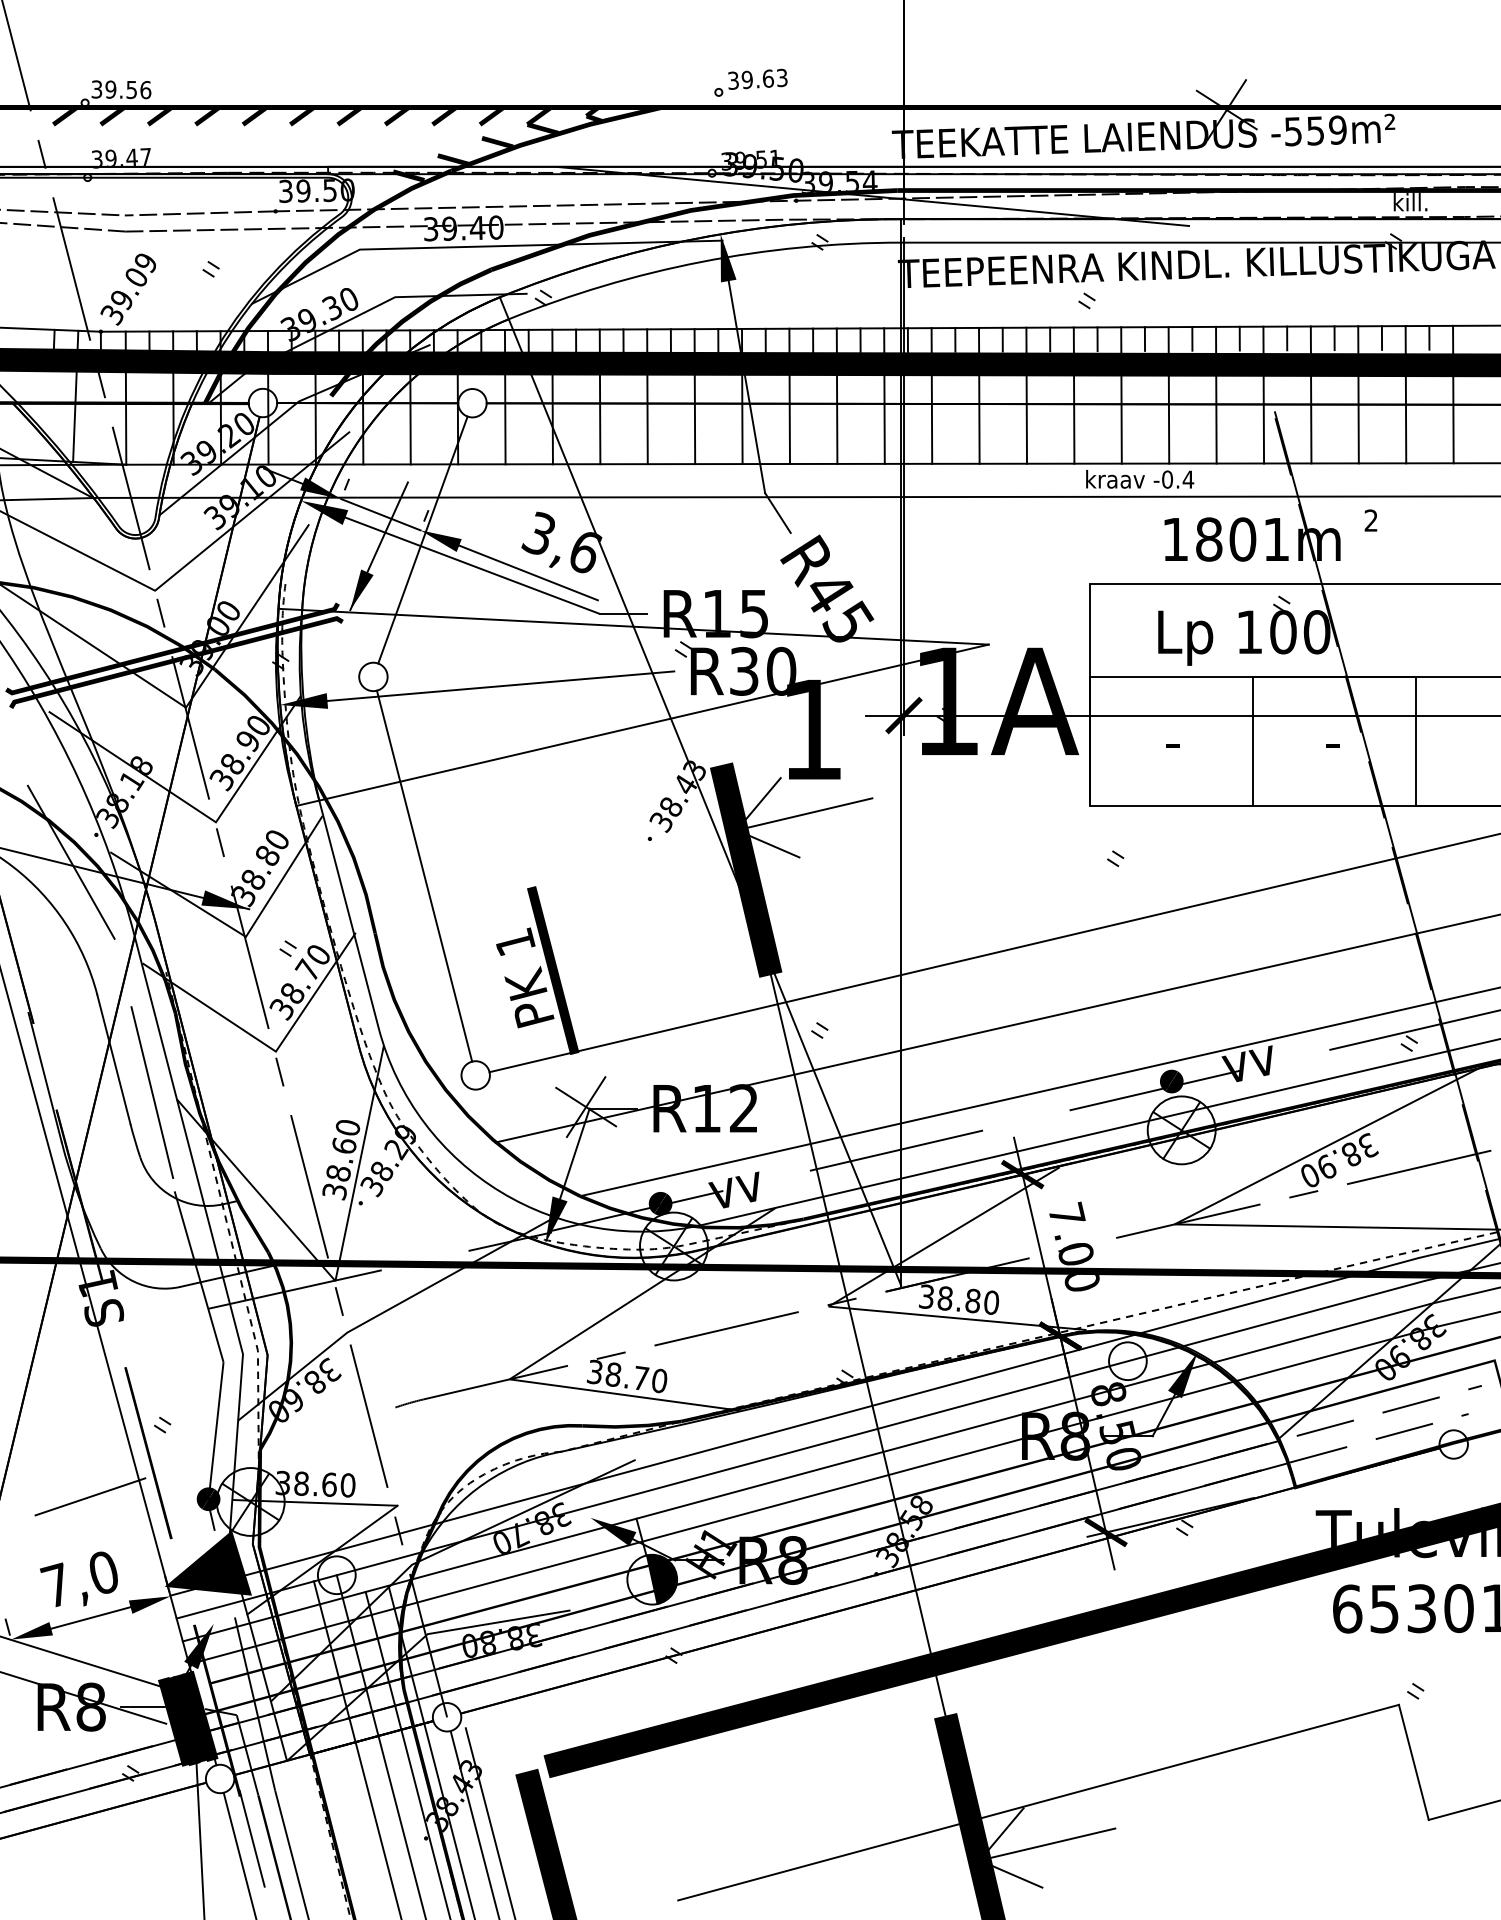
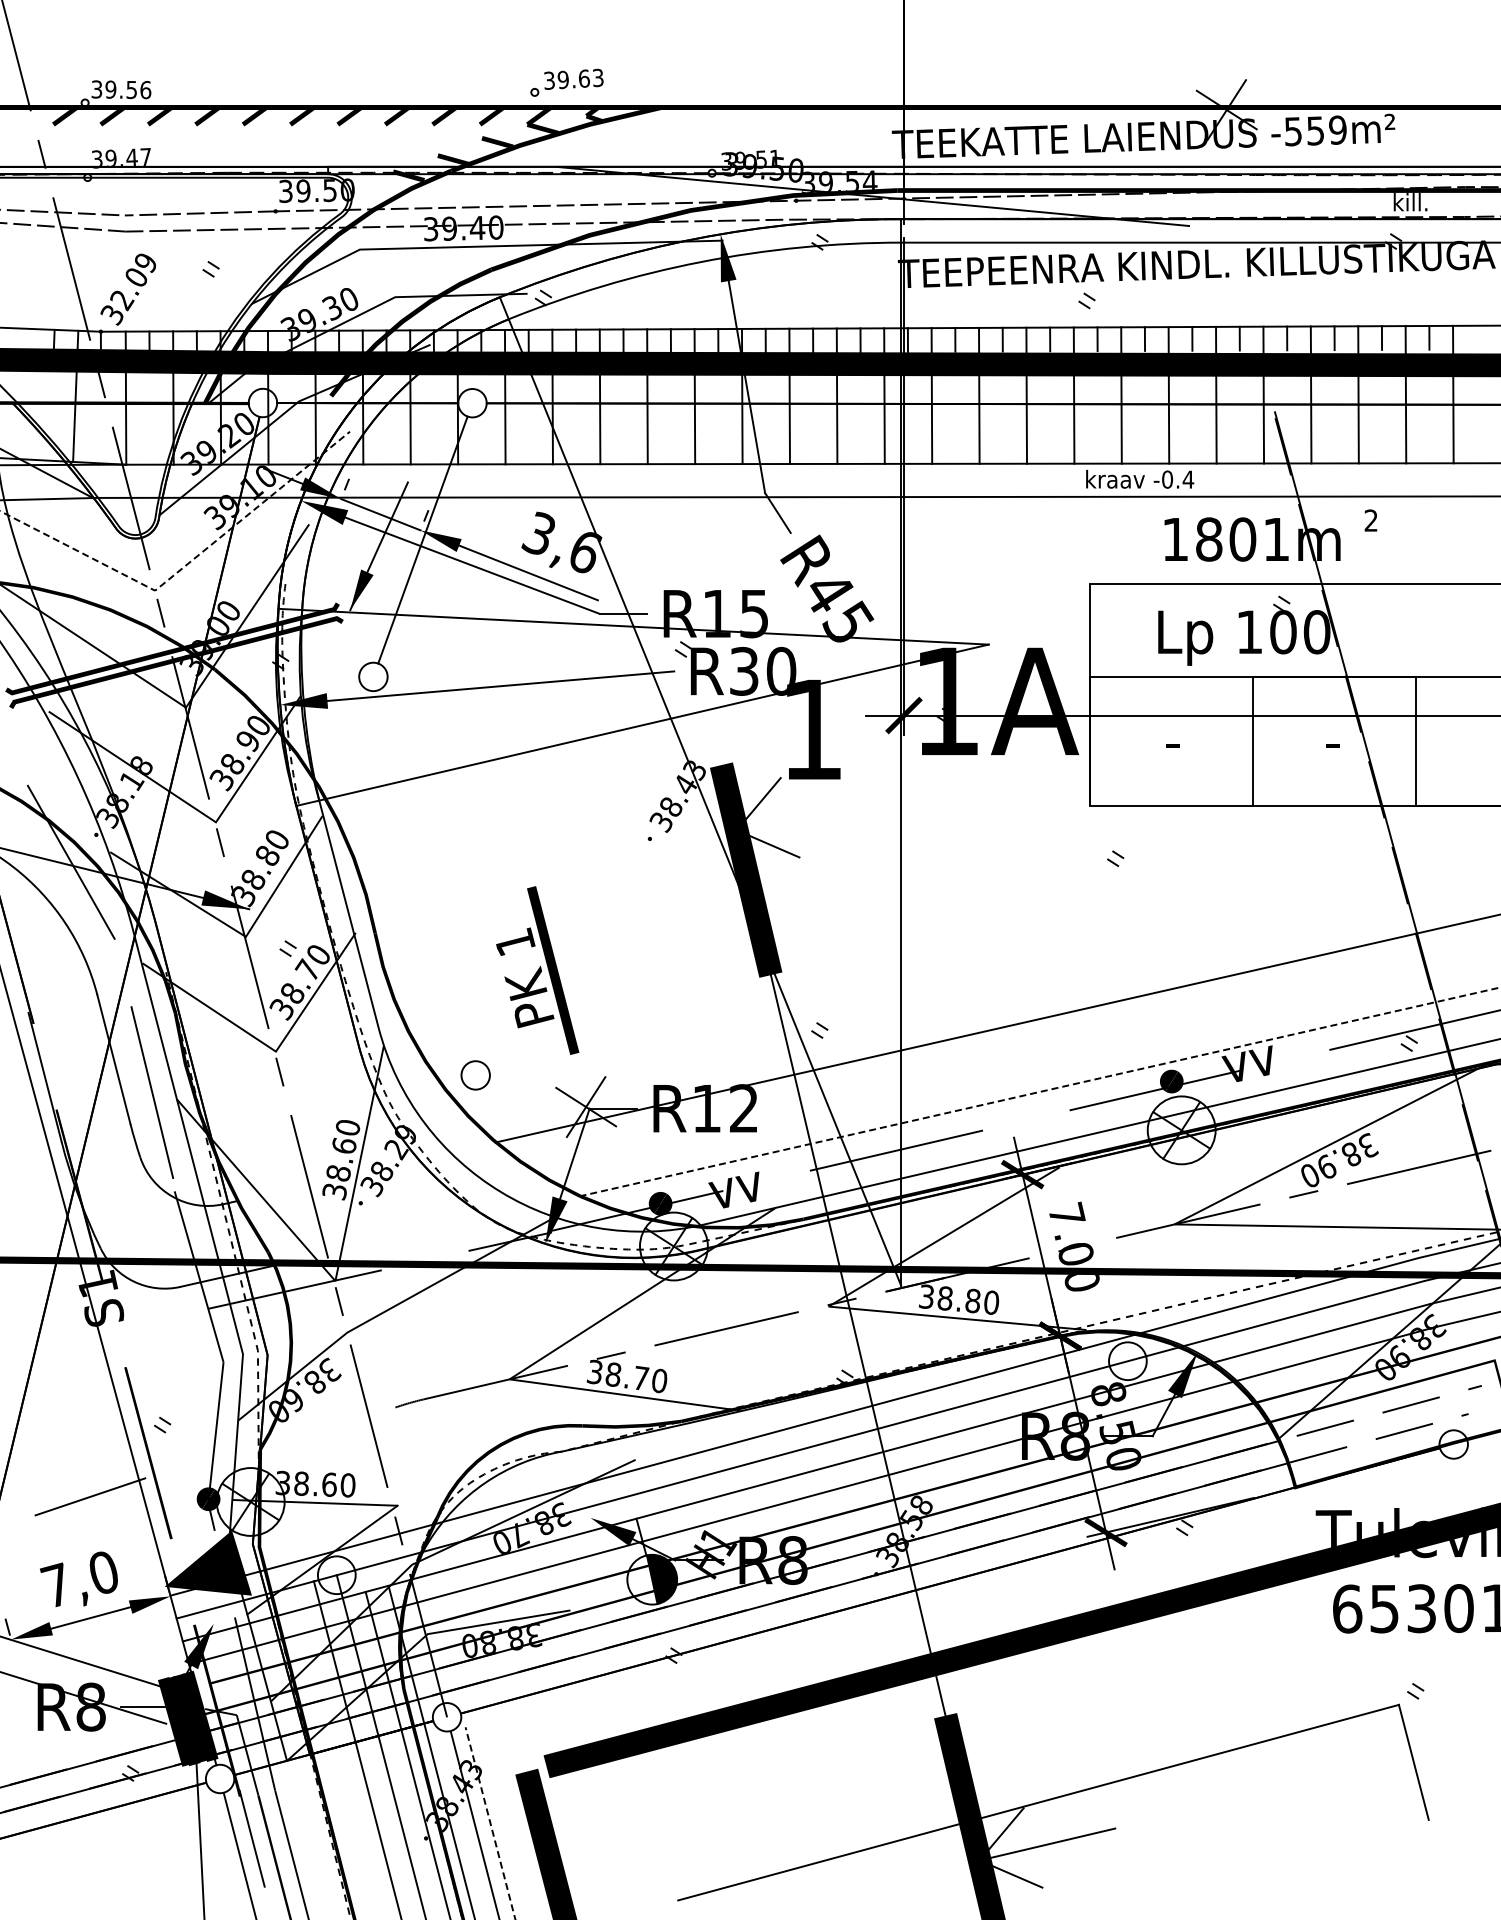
part at (750, 82) position: (750, 82) -> (566, 82)
text at (122, 301): 39.09 -> 32.09
line at (185, 566): solid -> dashed
line at (804, 814): present -> none
line at (424, 875): present -> none
line at (993, 953): present -> none
line at (1040, 1091): solid -> dashed
line at (1462, 1810): present -> none
line at (490, 1823): solid -> dashed
